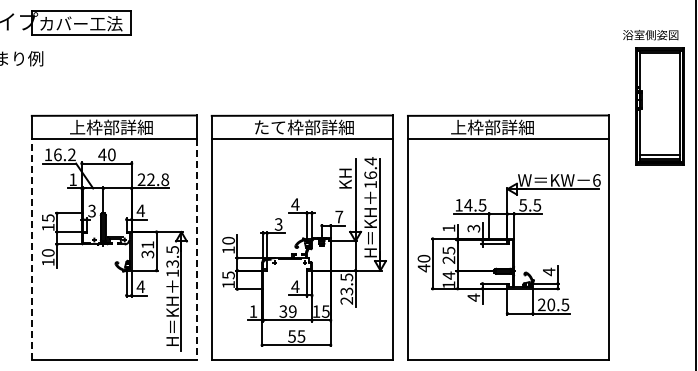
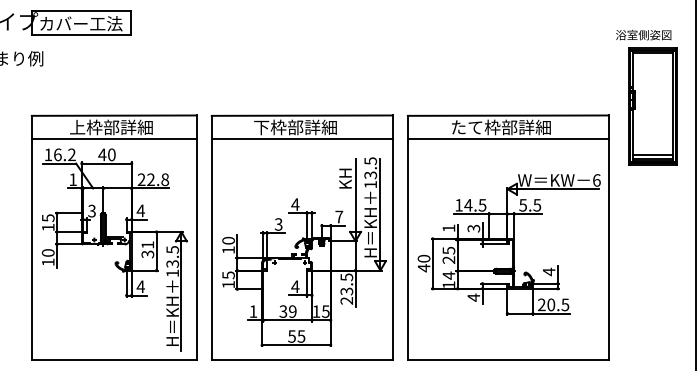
part at (653, 97) position: (653, 97) -> (646, 97)
text at (303, 127): たて枠部詳細 -> 下枠部詳細
text at (500, 127): 上枠部詳細 -> たて枠部詳細
text at (370, 168): 16.4 -> 13.5
line at (31, 249): dashed -> solid
line at (196, 249): dashed -> solid
